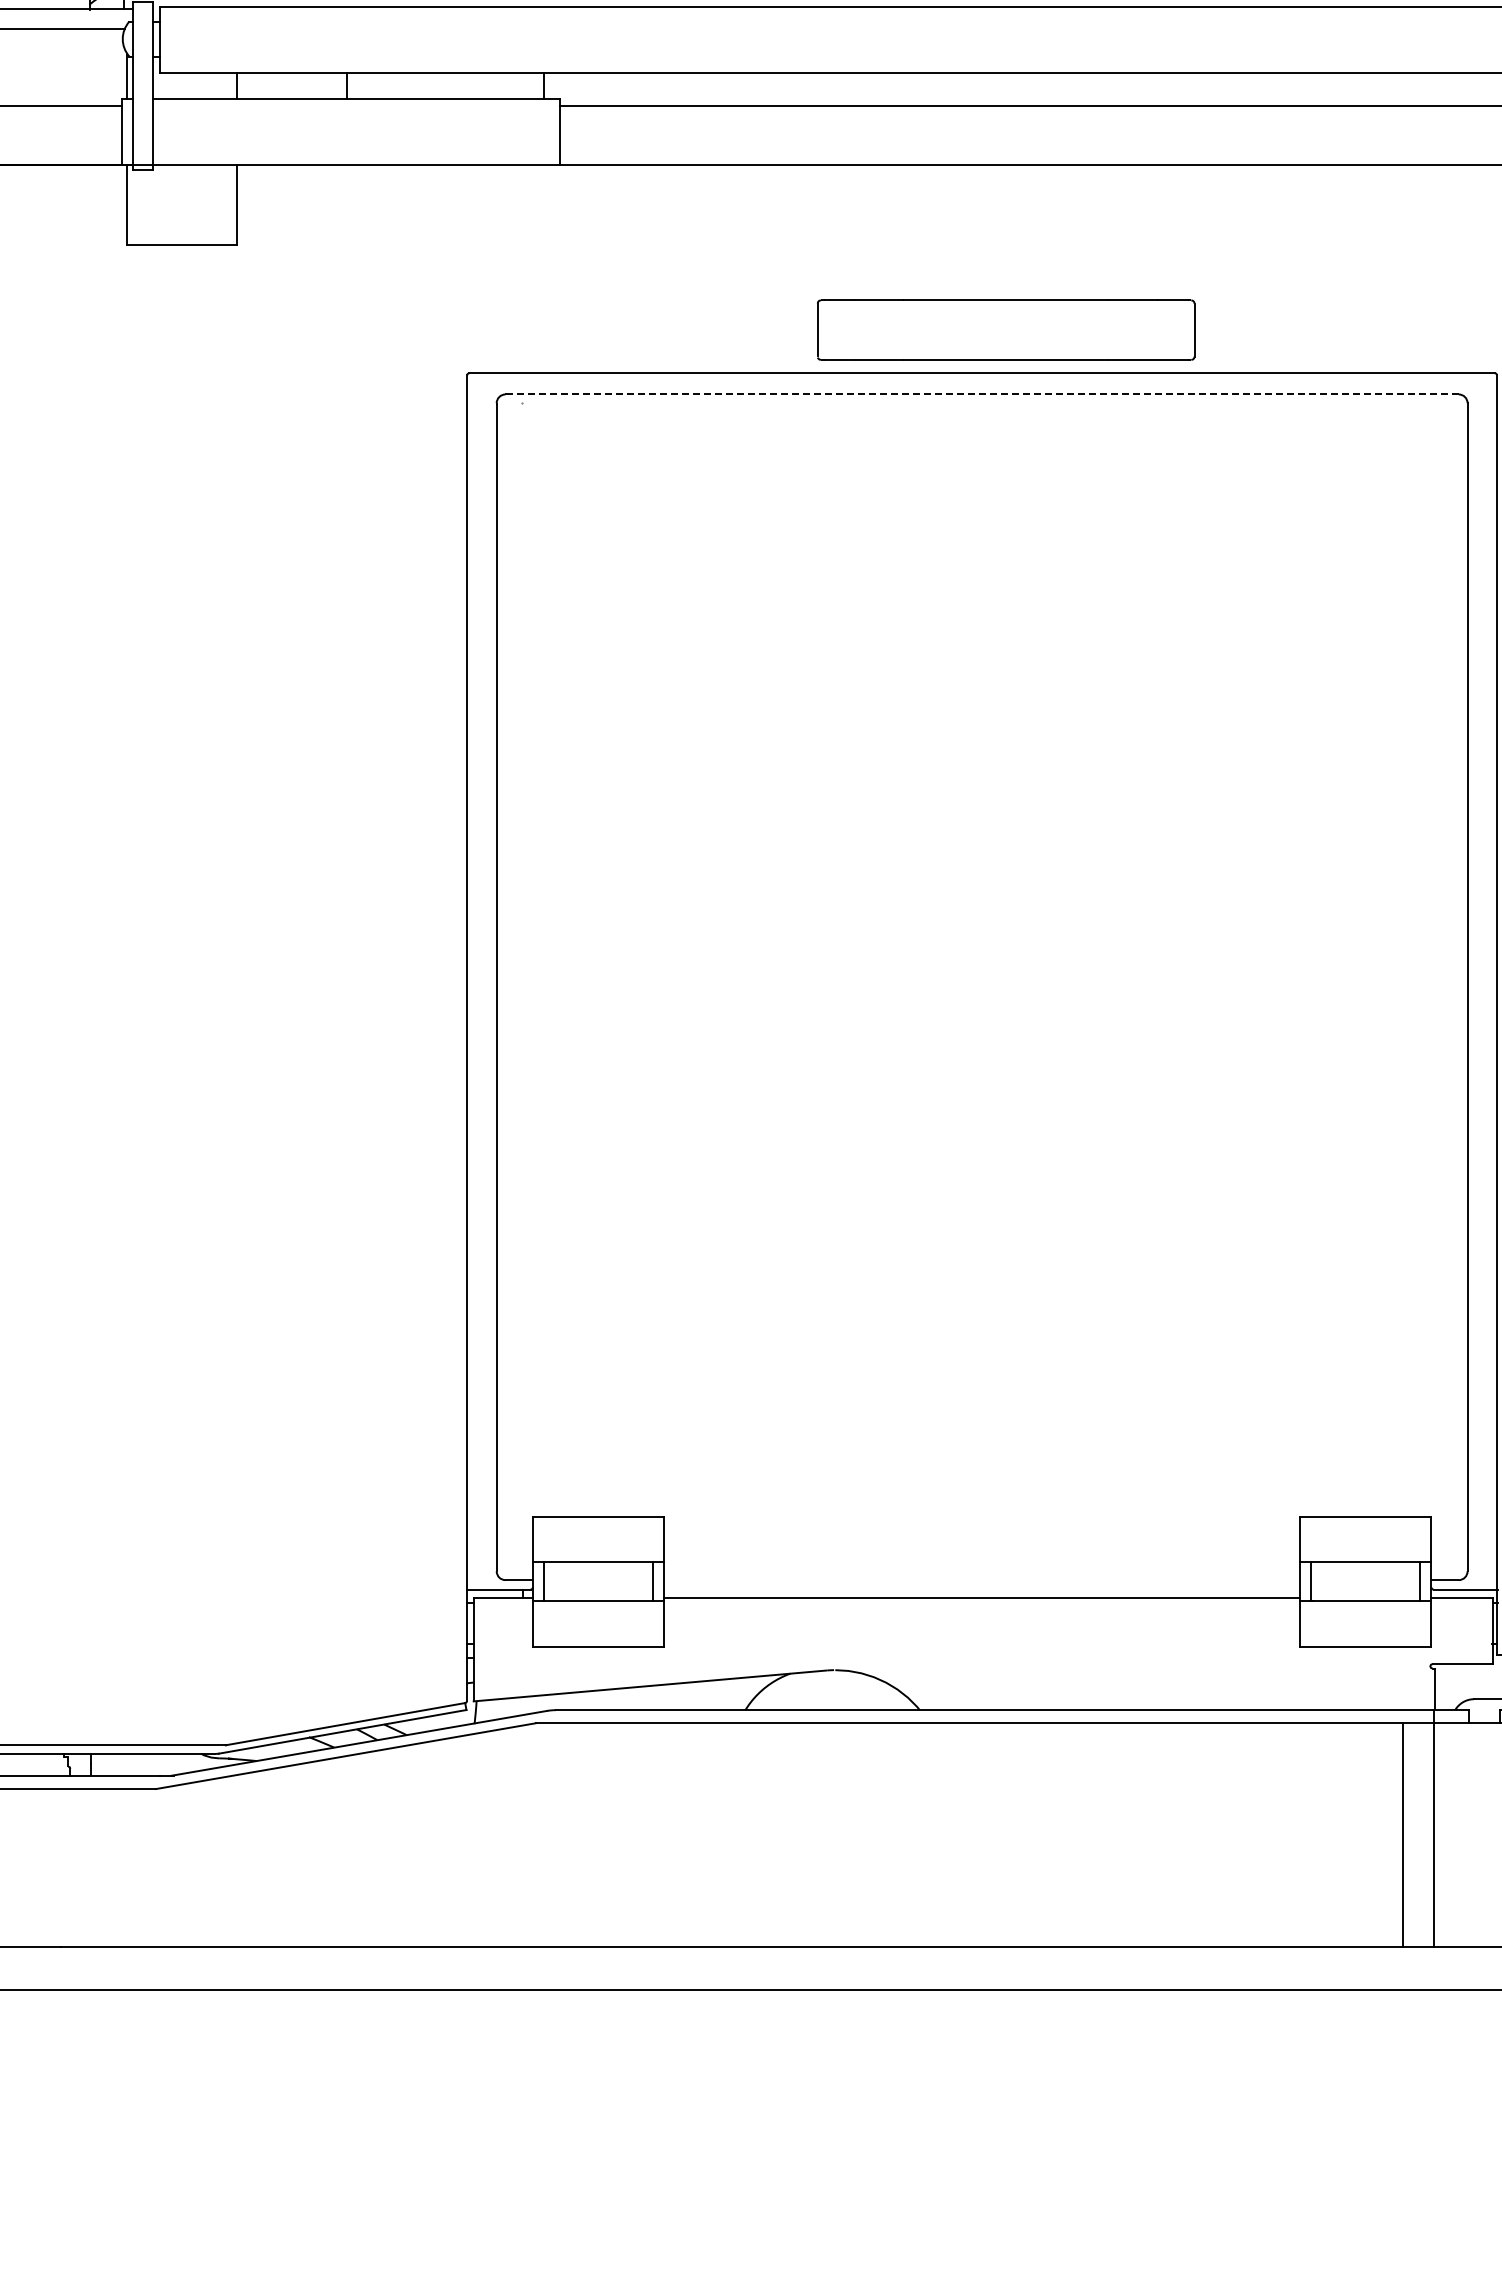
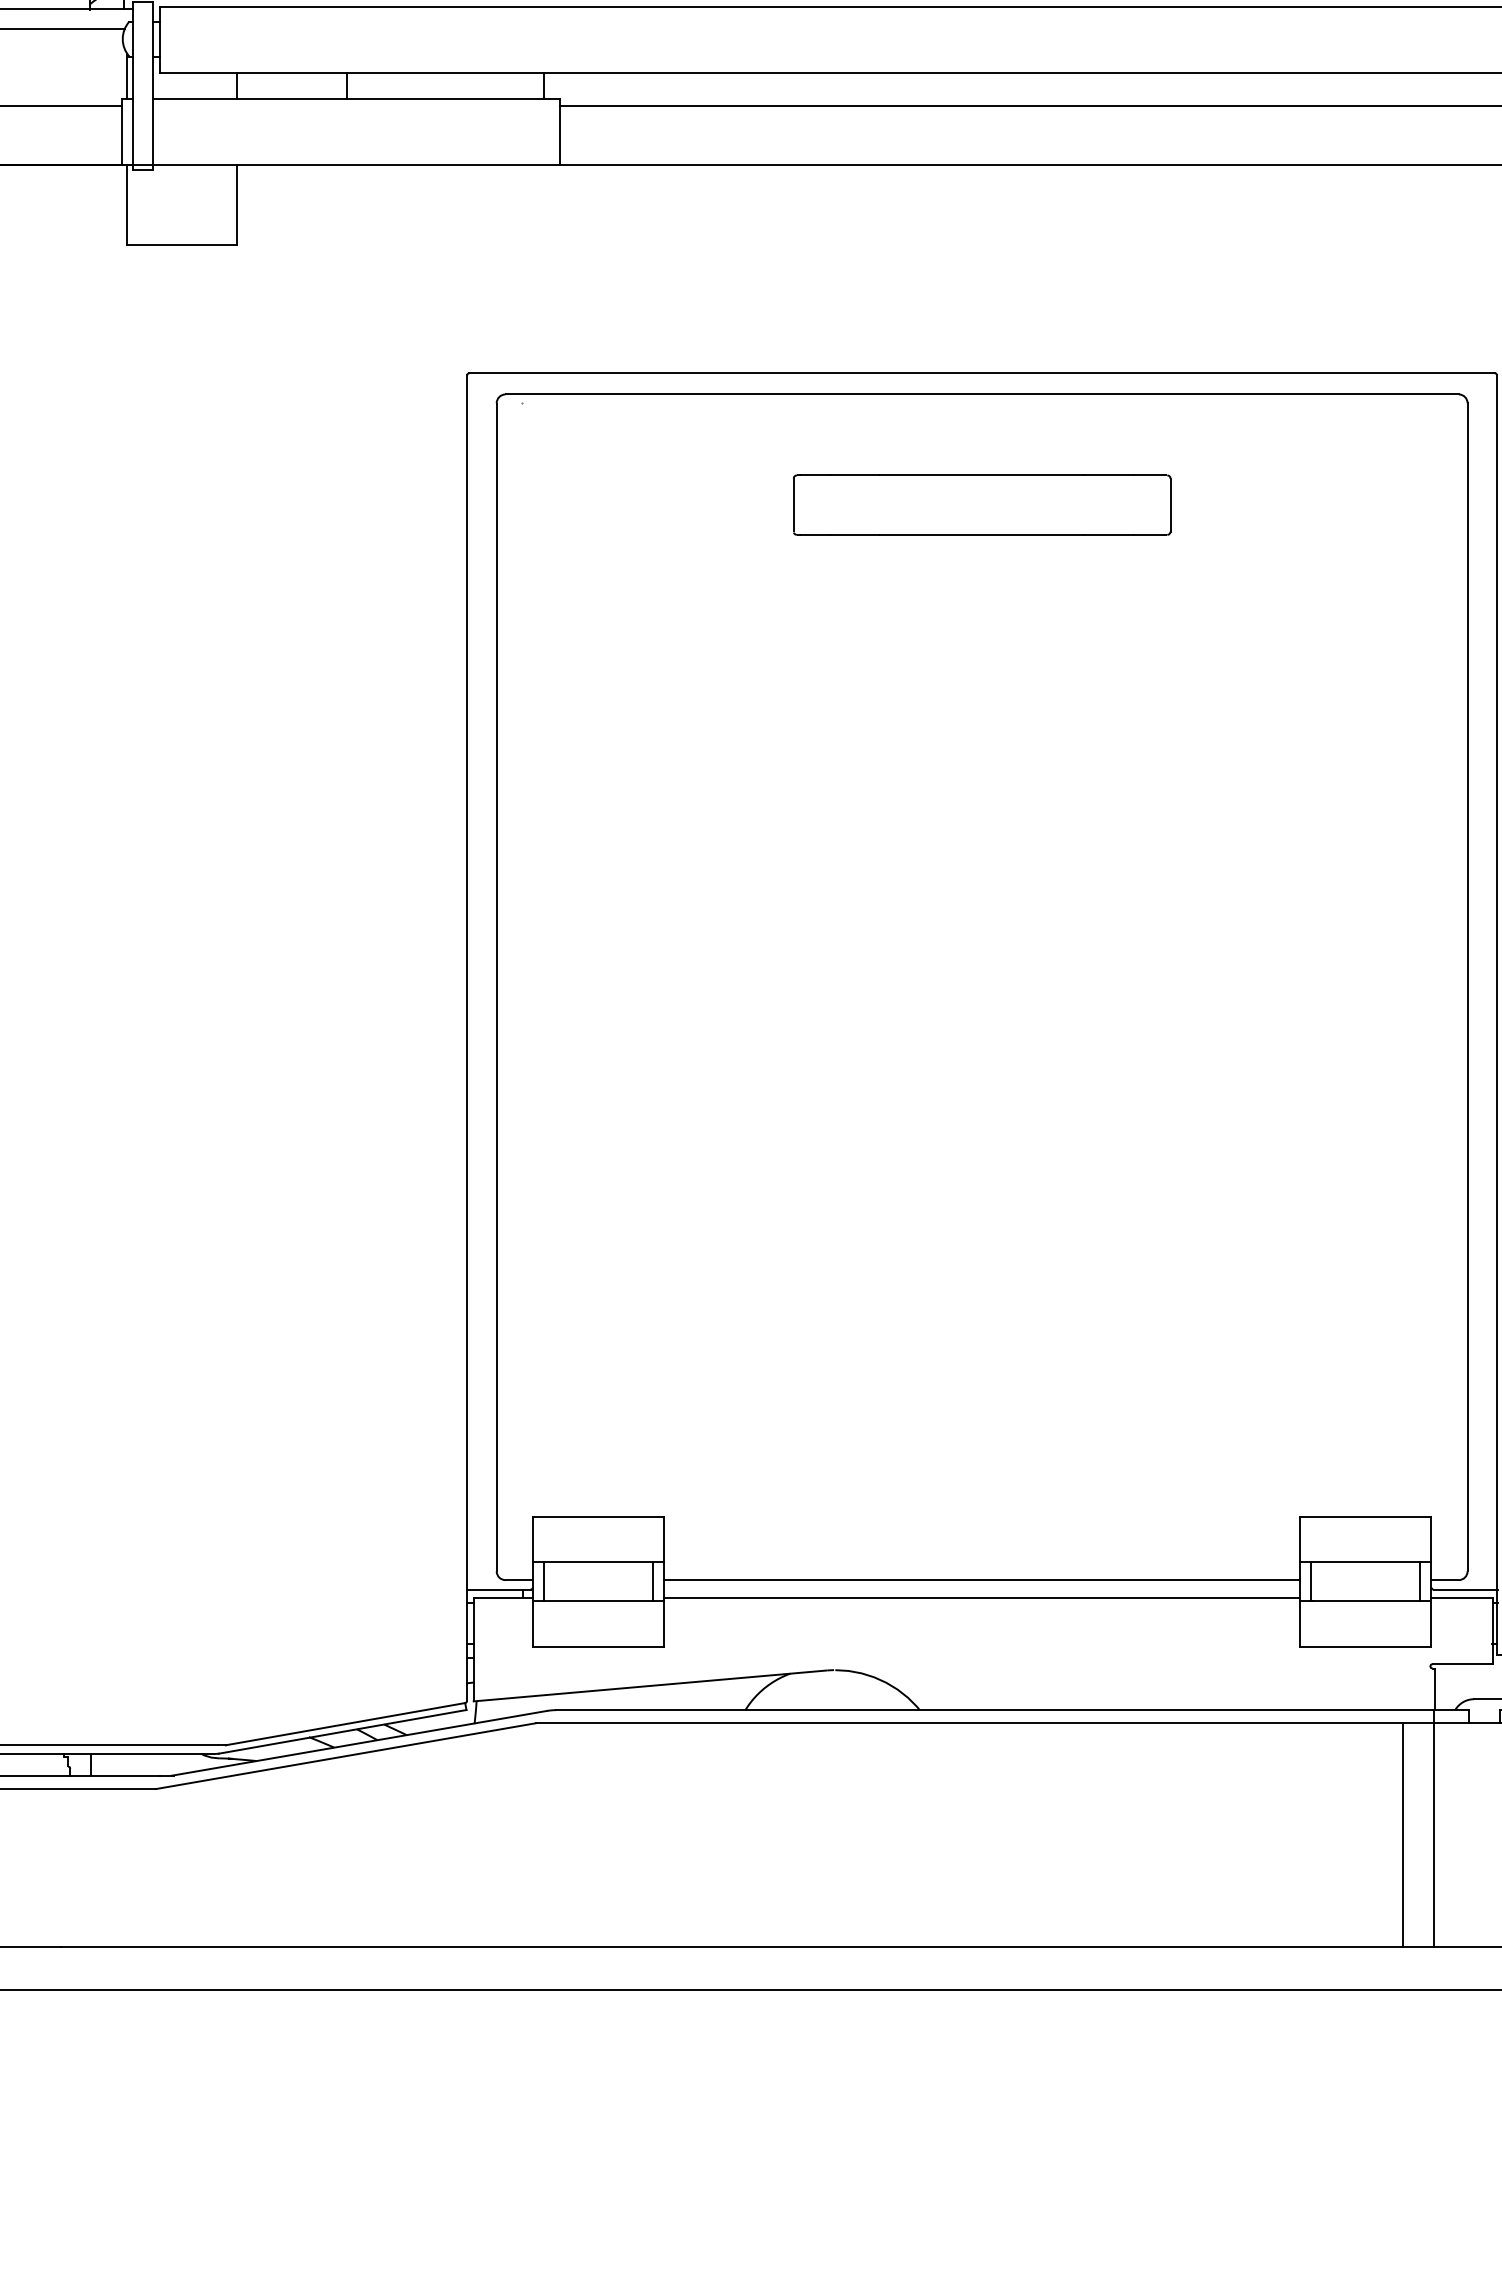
part at (1006, 329) position: (1006, 329) -> (982, 504)
line at (982, 394): dashed -> solid
line at (981, 1580): none -> present
